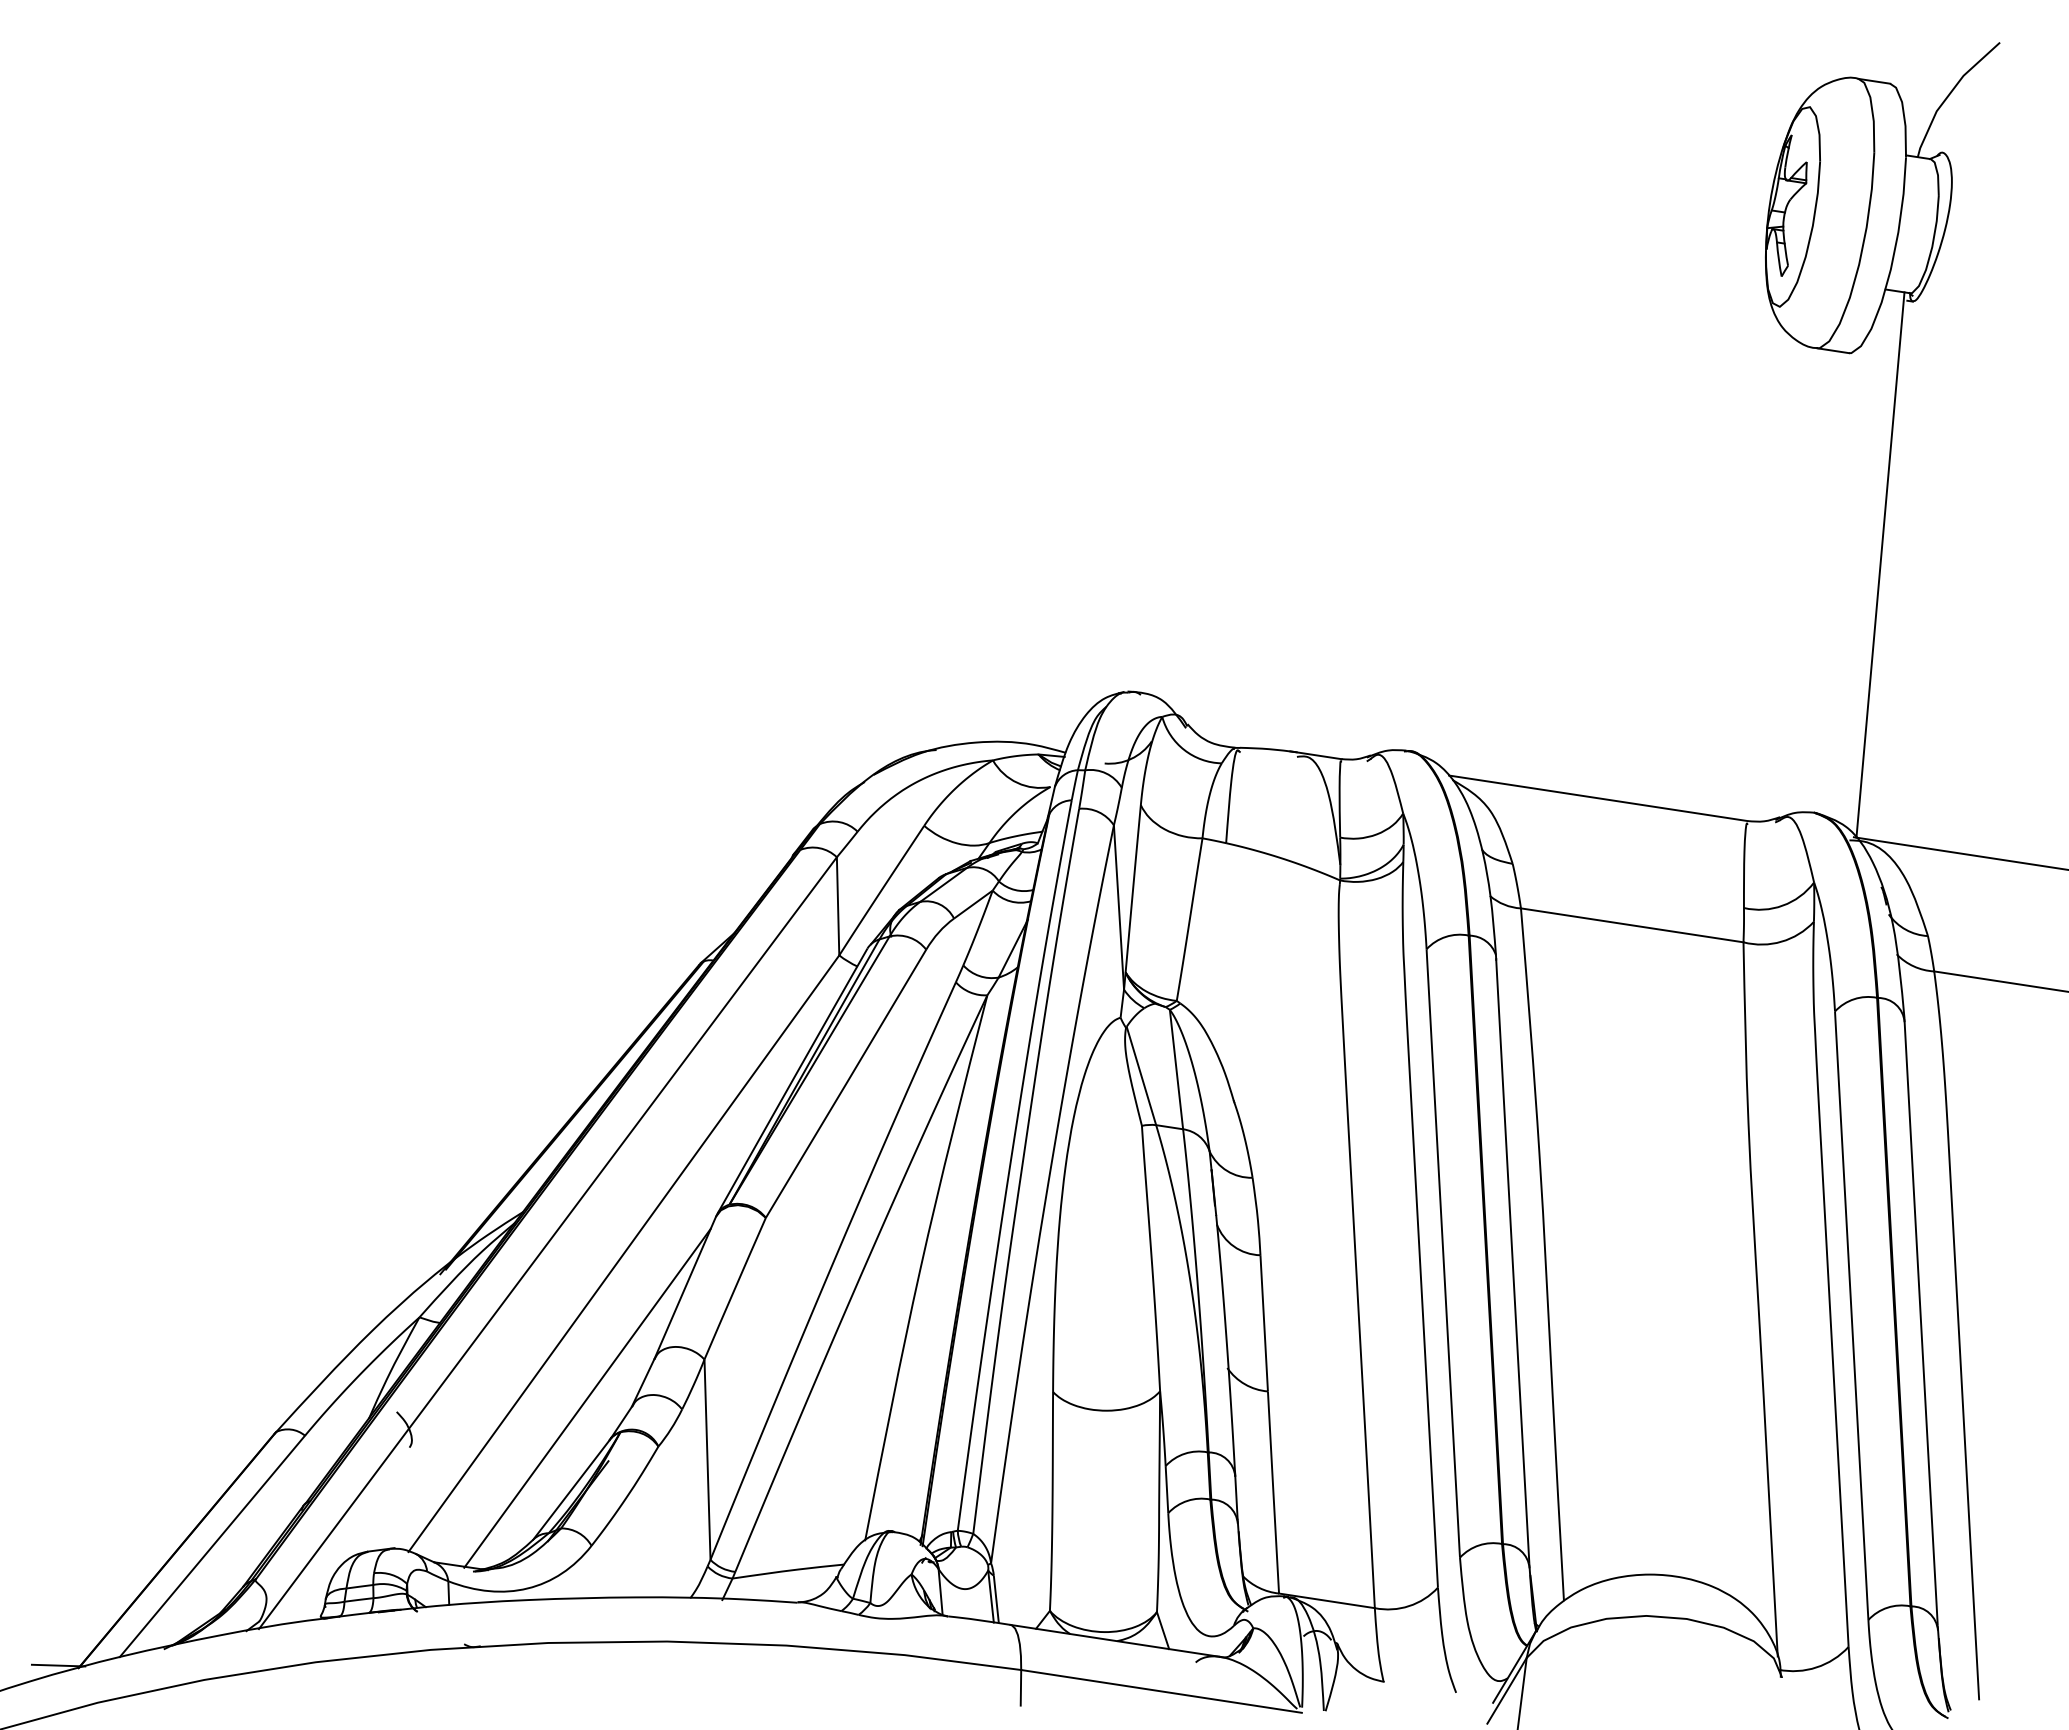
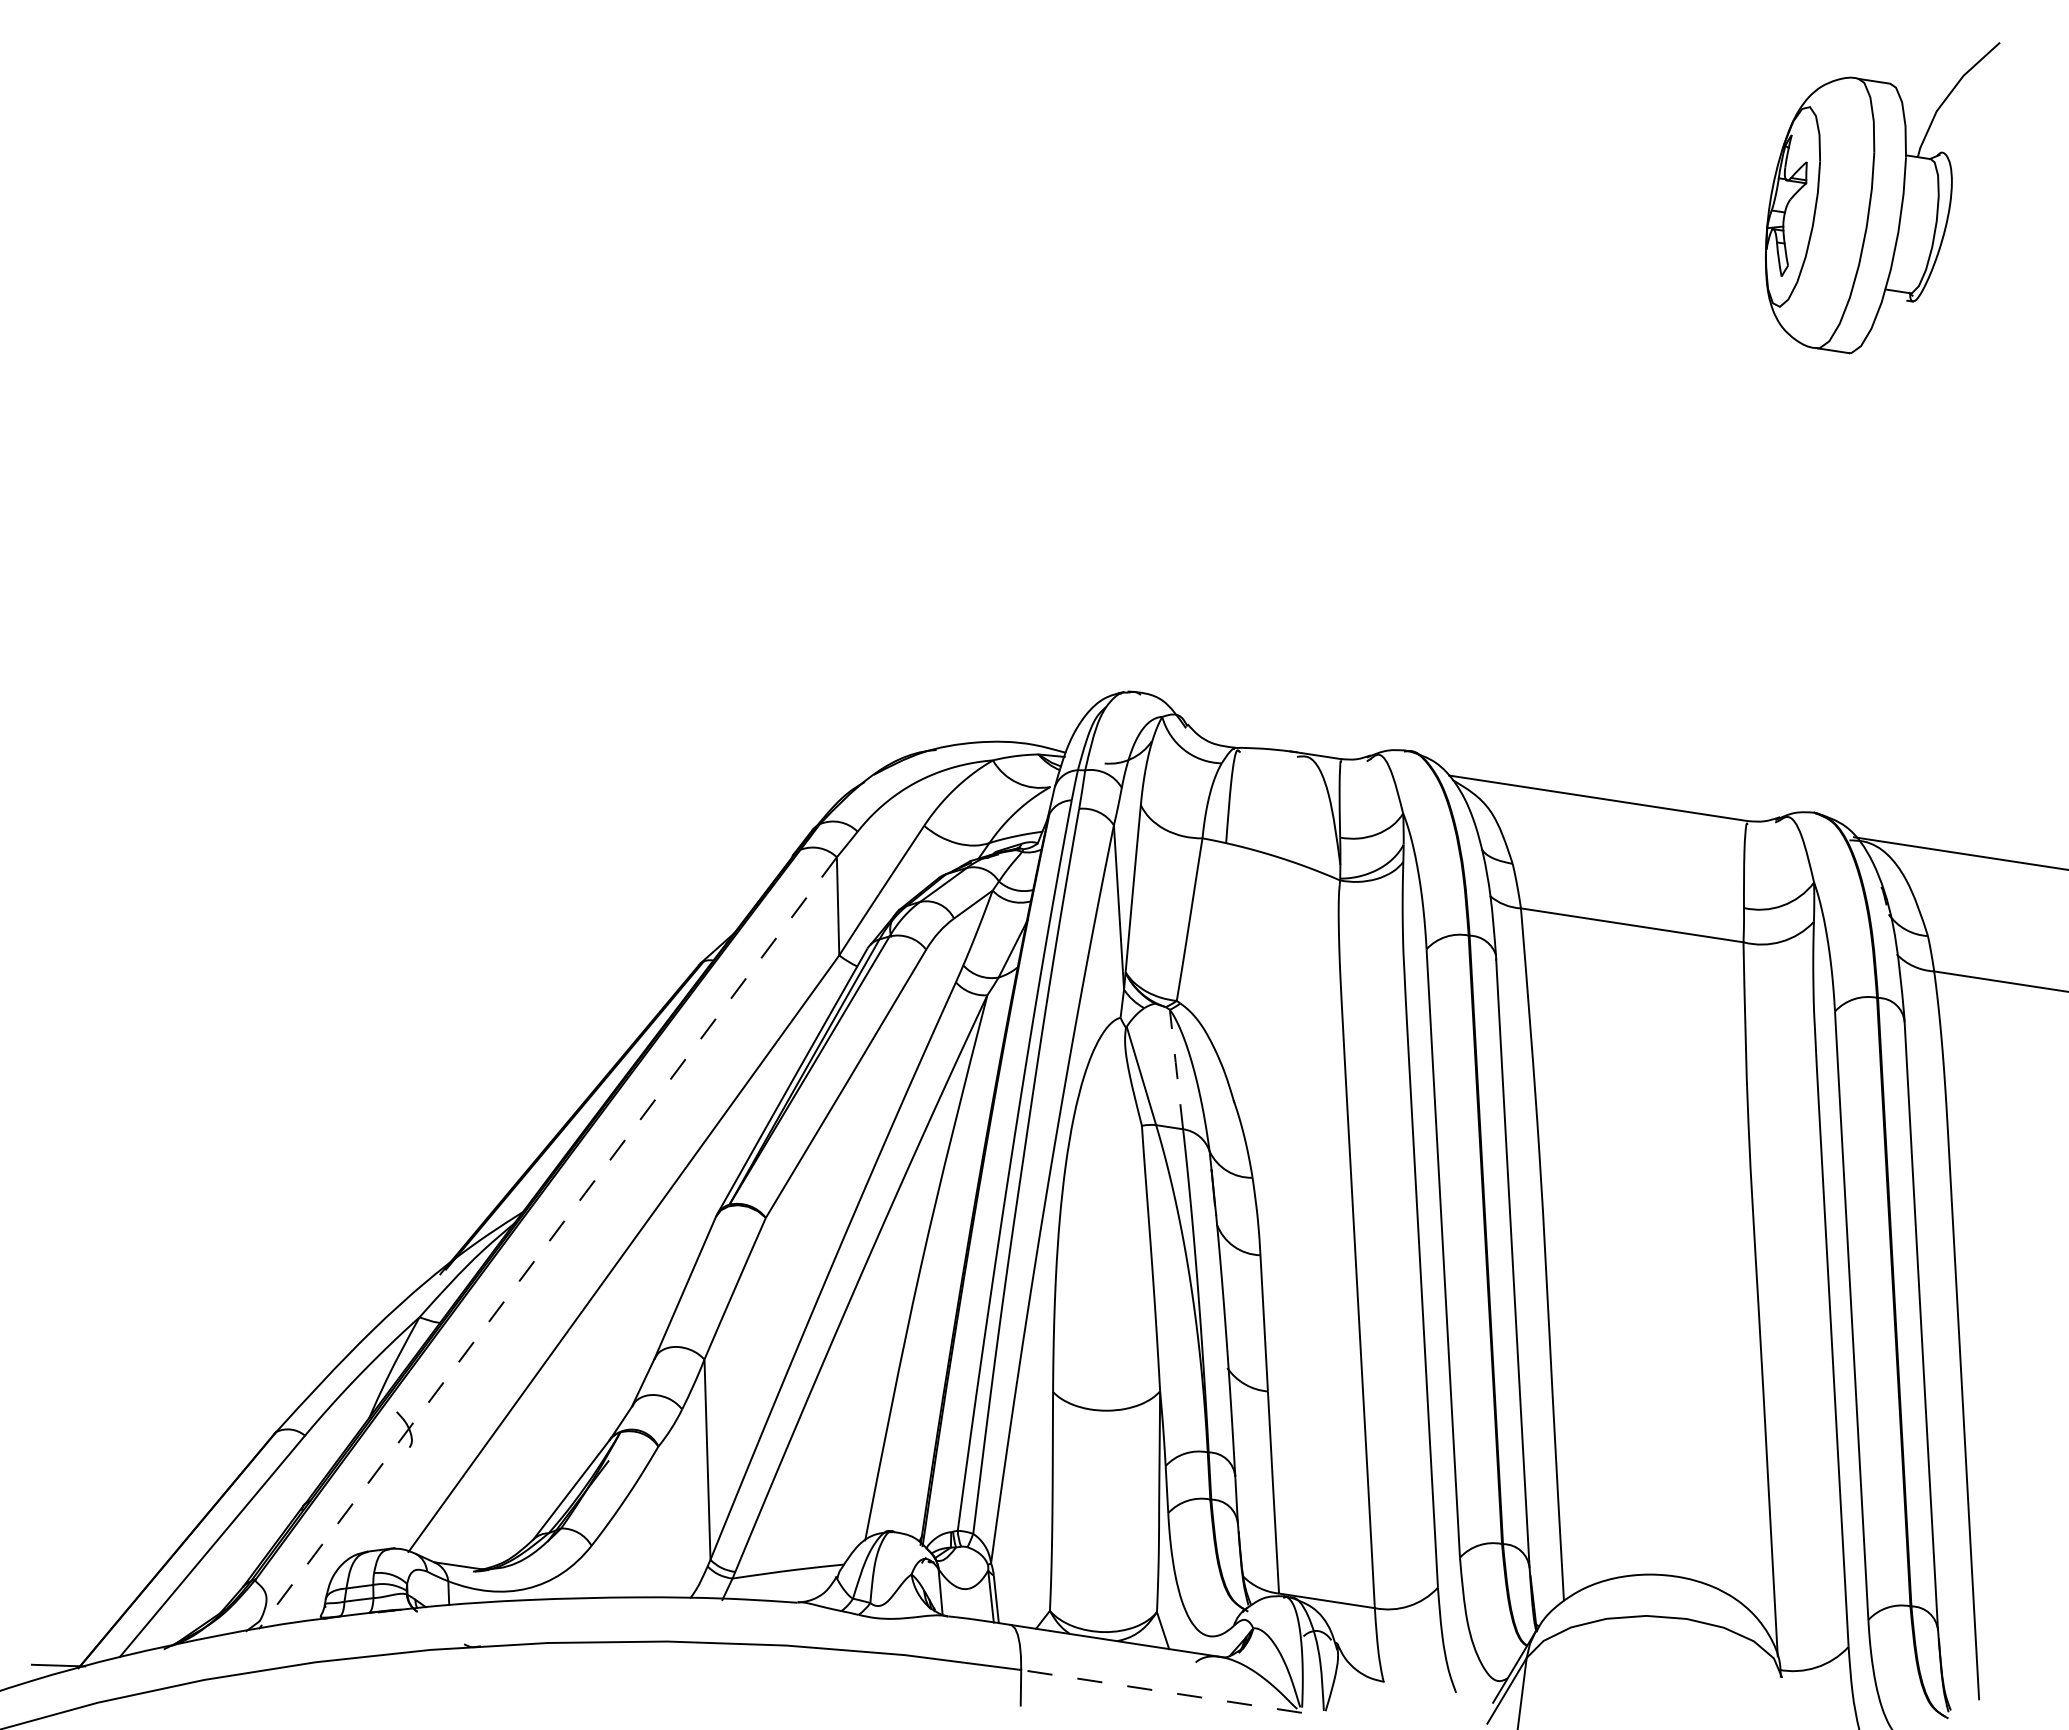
line at (1880, 564): present -> none
line at (1176, 1069): solid -> dashed
line at (547, 1243): solid -> dashed
line at (587, 1397): present -> none
line at (1161, 1691): solid -> dashed
